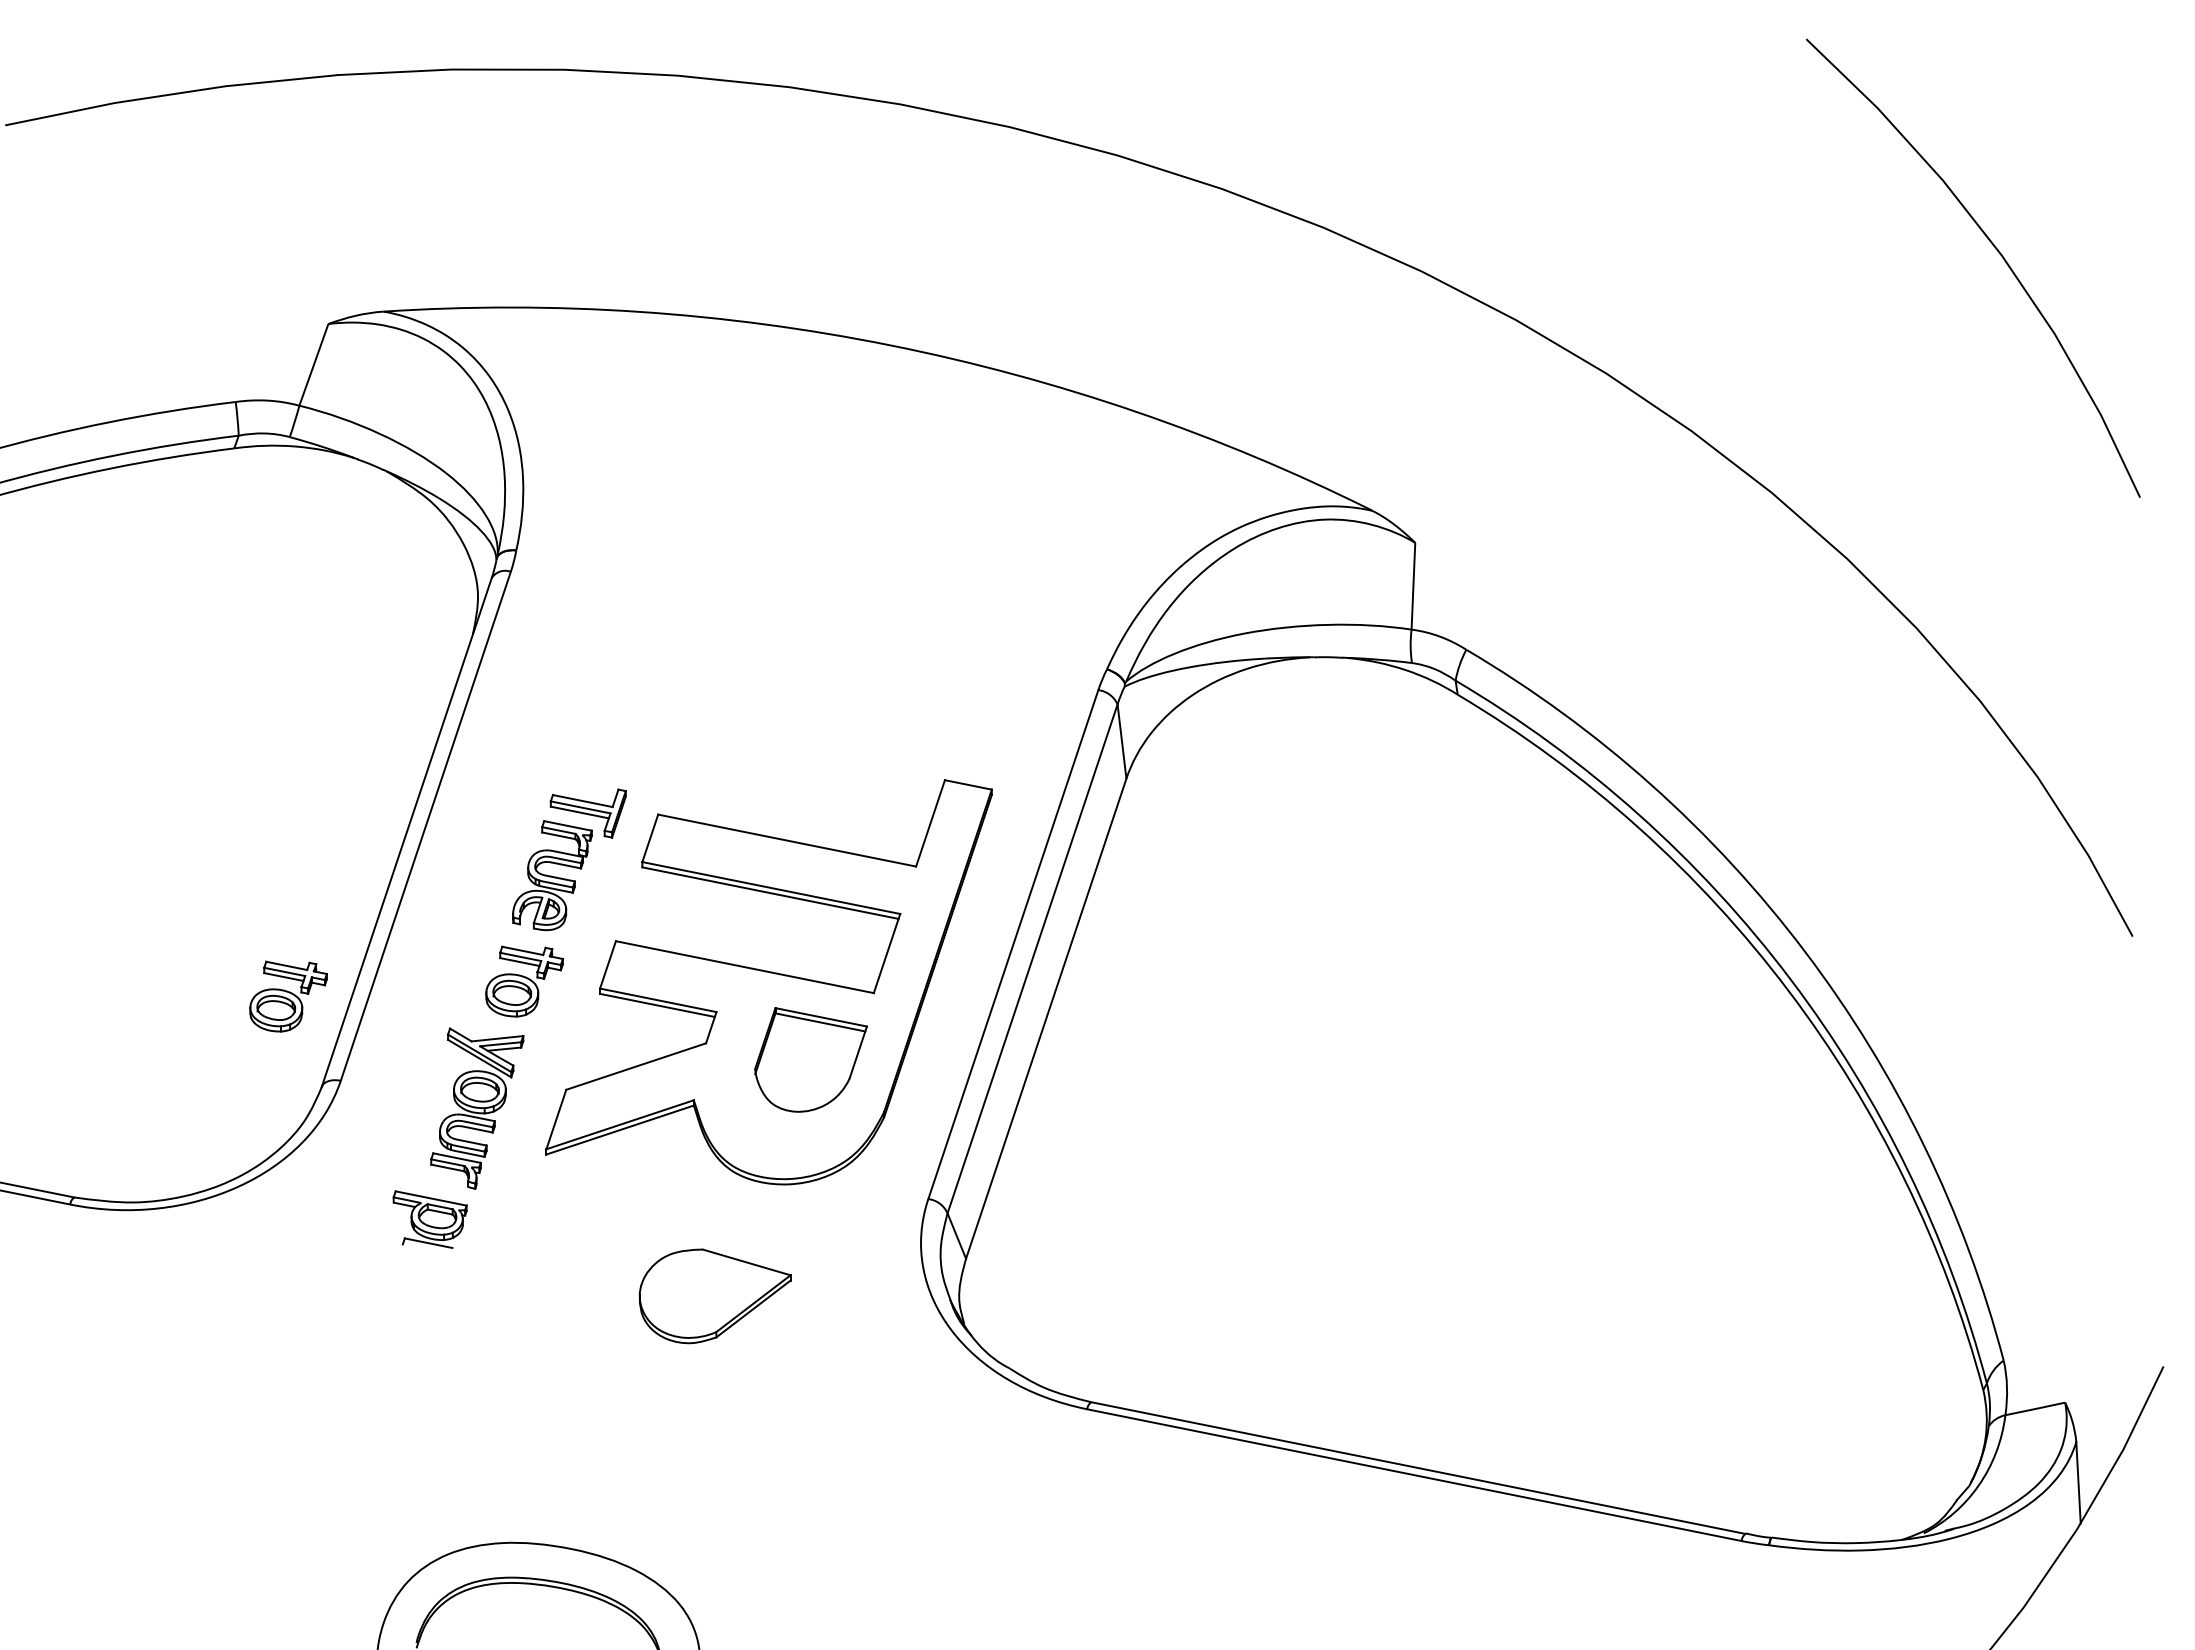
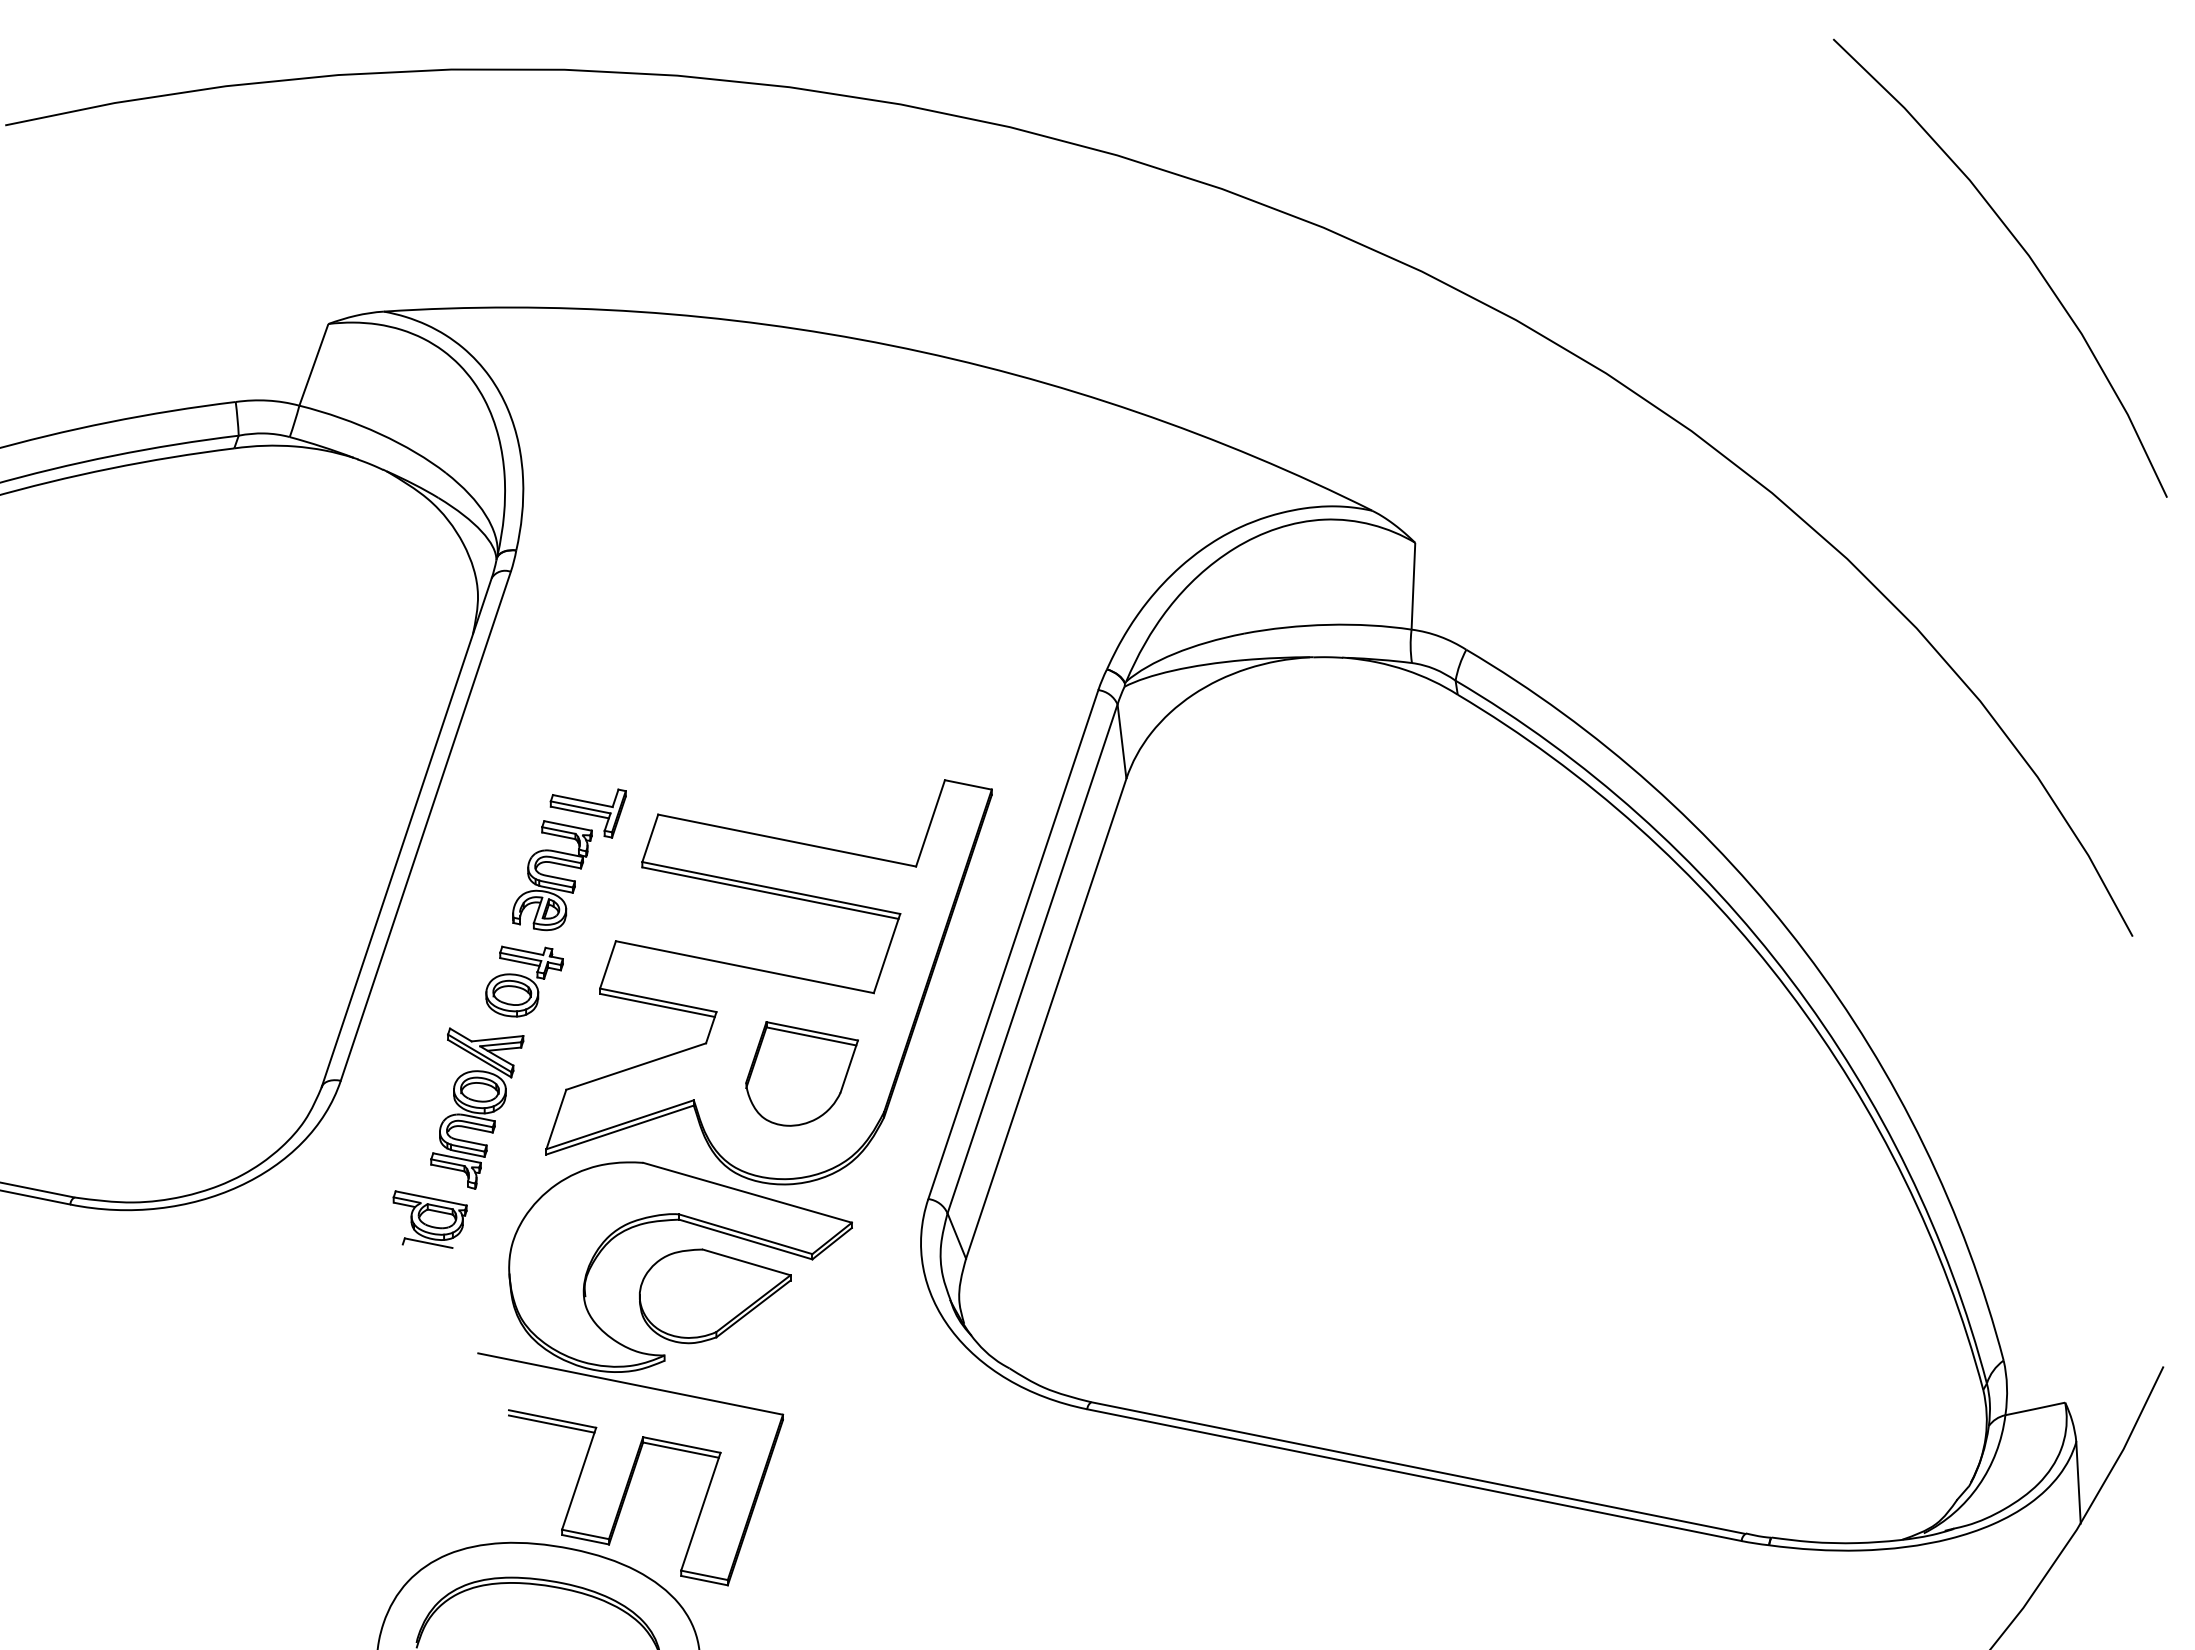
curve at (1995, 249) position: (1995, 249) -> (2022, 249)
part at (288, 996): present -> none
part at (810, 1059) position: (810, 1059) -> (801, 1073)
part at (660, 1363): none -> present
